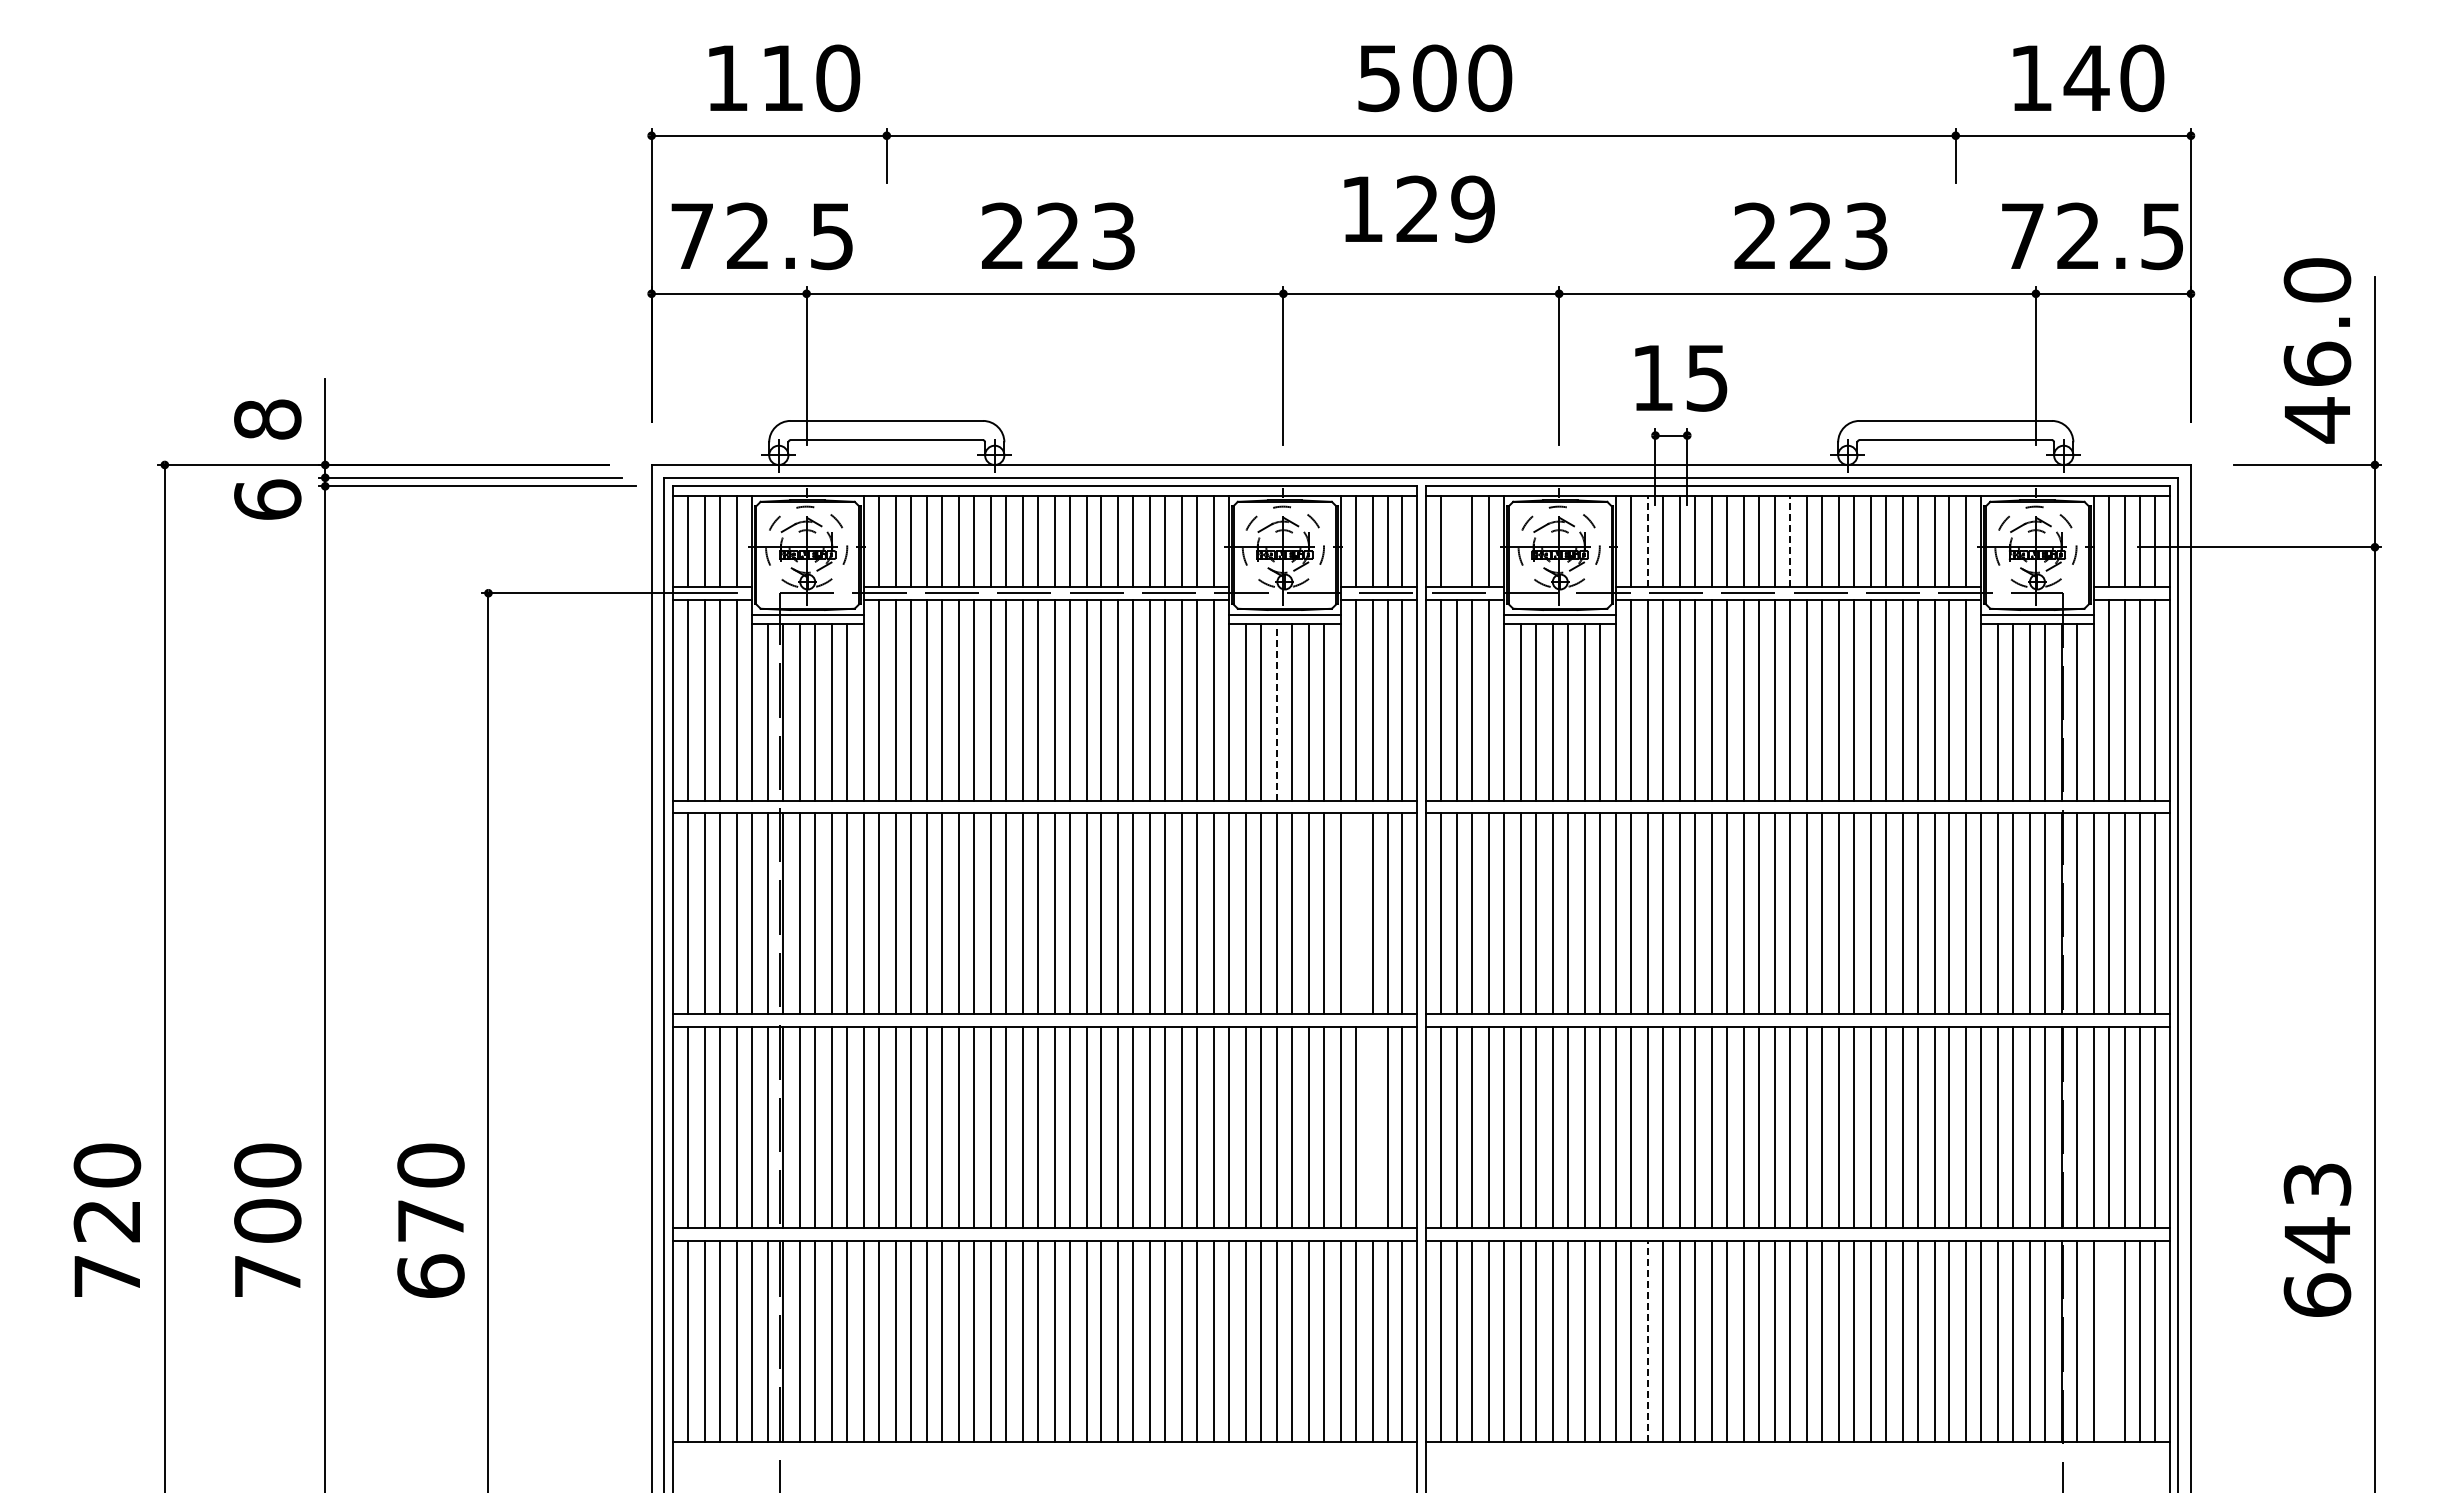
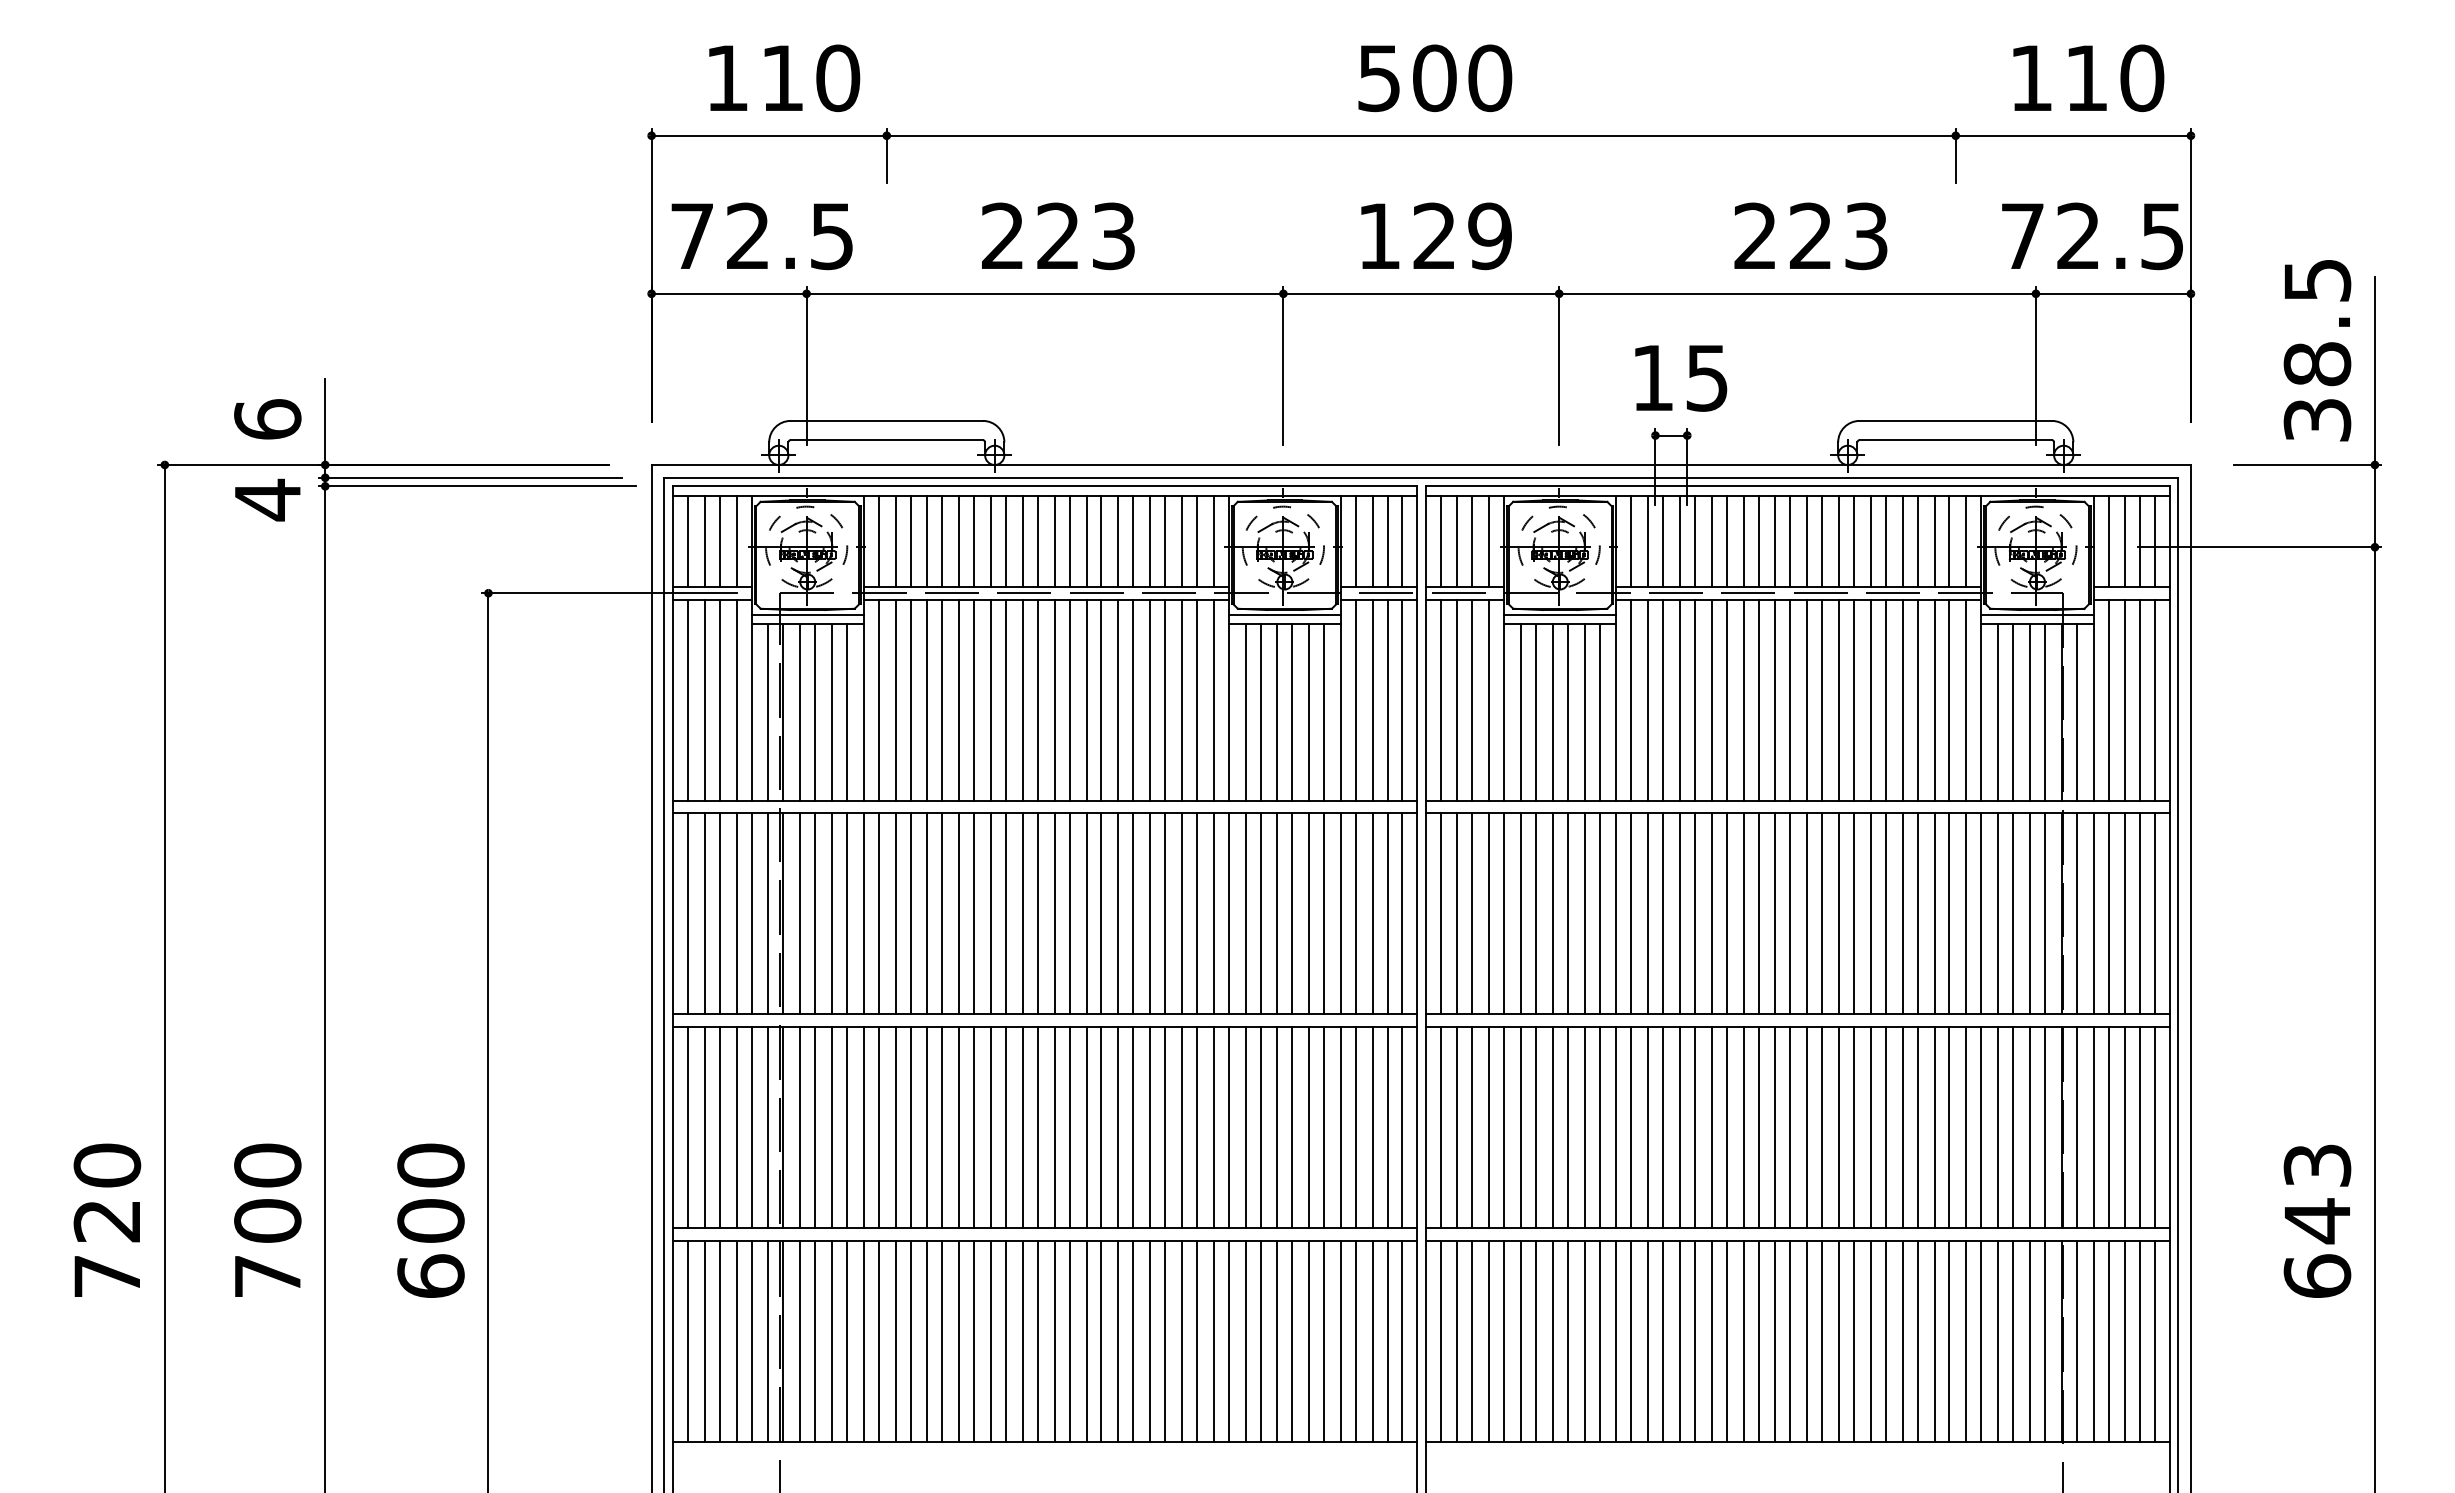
text at (2086, 77): 140 -> 110
text at (1419, 209) position: (1419, 209) -> (1436, 236)
text at (2317, 350): 46.0 -> 38.5
text at (267, 419): 8 -> 6
text at (267, 499): 6 -> 4
line at (1457, 540): none -> present
line at (1648, 540): dashed -> solid
line at (1790, 540): dashed -> solid
line at (1277, 711): dashed -> solid
line at (1355, 913): none -> present
line at (1372, 1127): none -> present
text at (430, 1220): 670 -> 600
text at (2317, 1239) position: (2317, 1239) -> (2317, 1220)
line at (1648, 1341): dashed -> solid
line at (2108, 1341): none -> present
